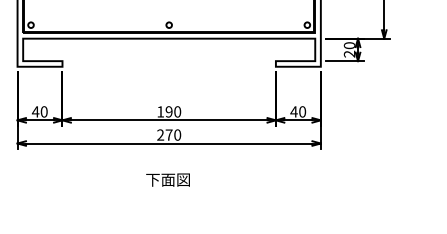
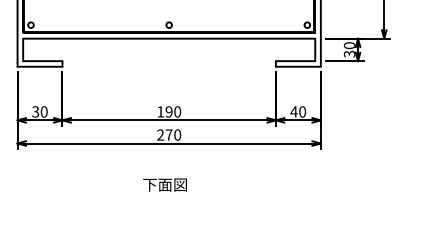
text at (349, 53): 20 -> 30
text at (35, 111): 40 -> 30
text at (167, 179) position: (167, 179) -> (164, 184)
